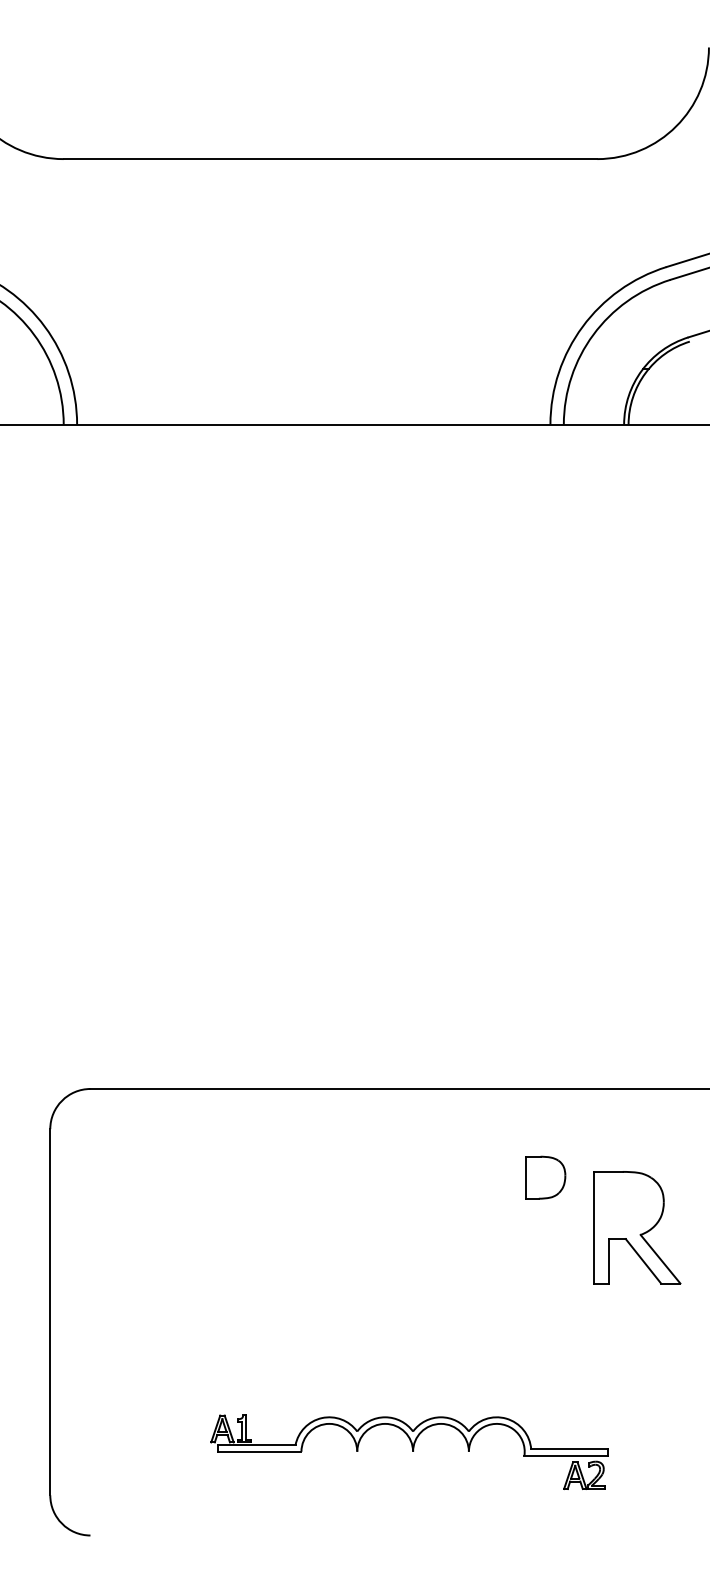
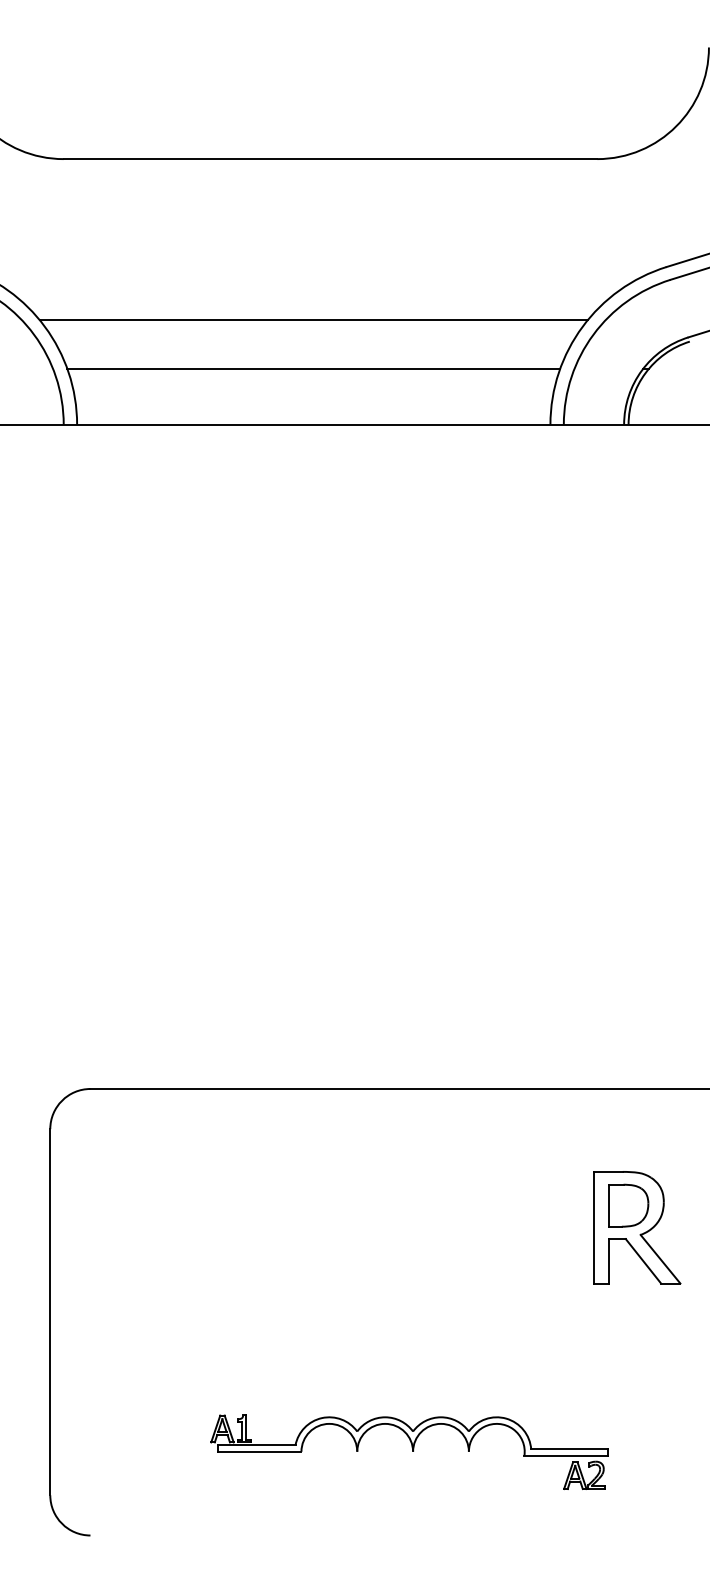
line at (313, 319): none -> present
line at (313, 368): none -> present
part at (545, 1177) position: (545, 1177) -> (628, 1205)
